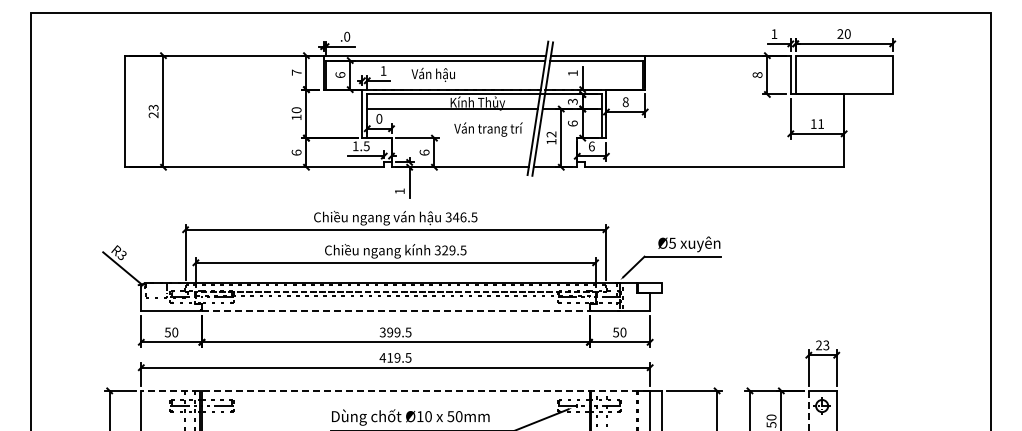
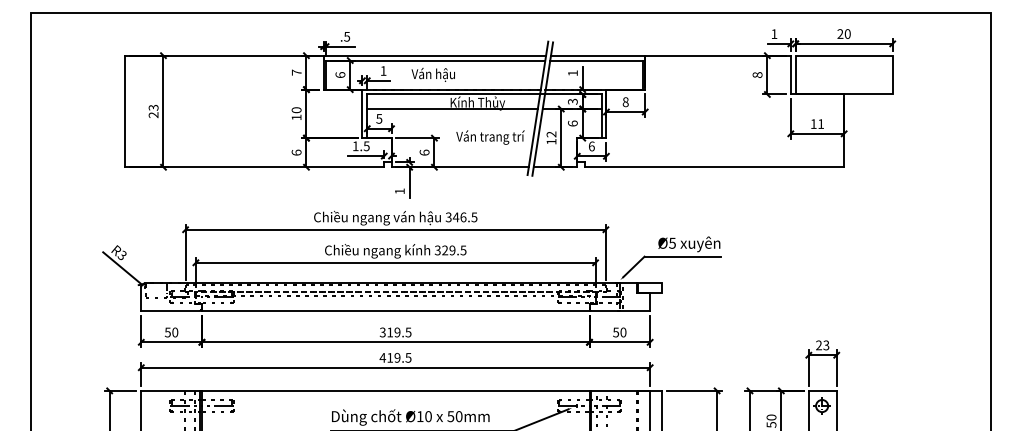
text at (347, 36): .0 -> .5
text at (379, 118): 0 -> 5
text at (488, 129) position: (488, 129) -> (490, 137)
line at (395, 311): dashed -> solid
text at (390, 332): 399.5 -> 319.5
line at (395, 390): dashed -> solid
line at (808, 410): dashed -> solid
